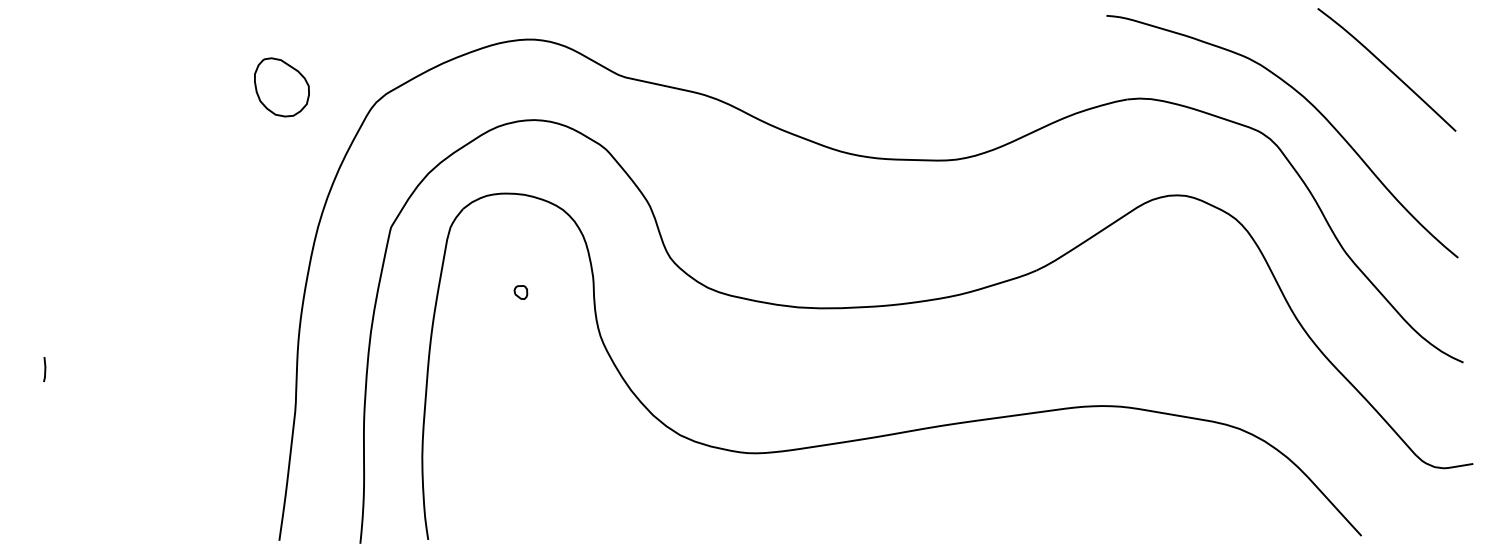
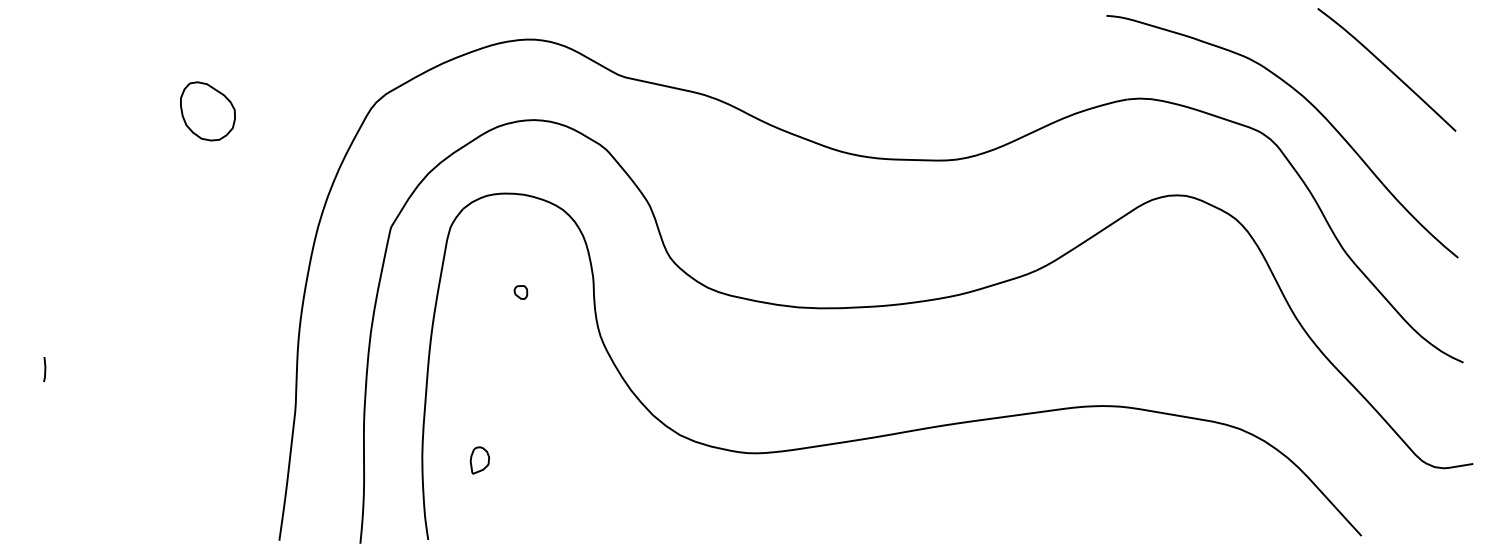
part at (281, 87) position: (281, 87) -> (207, 111)
part at (479, 460): none -> present
